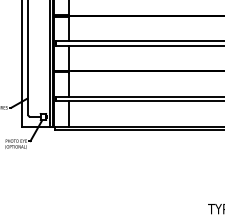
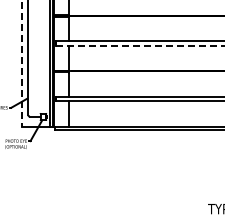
line at (140, 45): solid -> dashed
line at (22, 64): solid -> dashed
